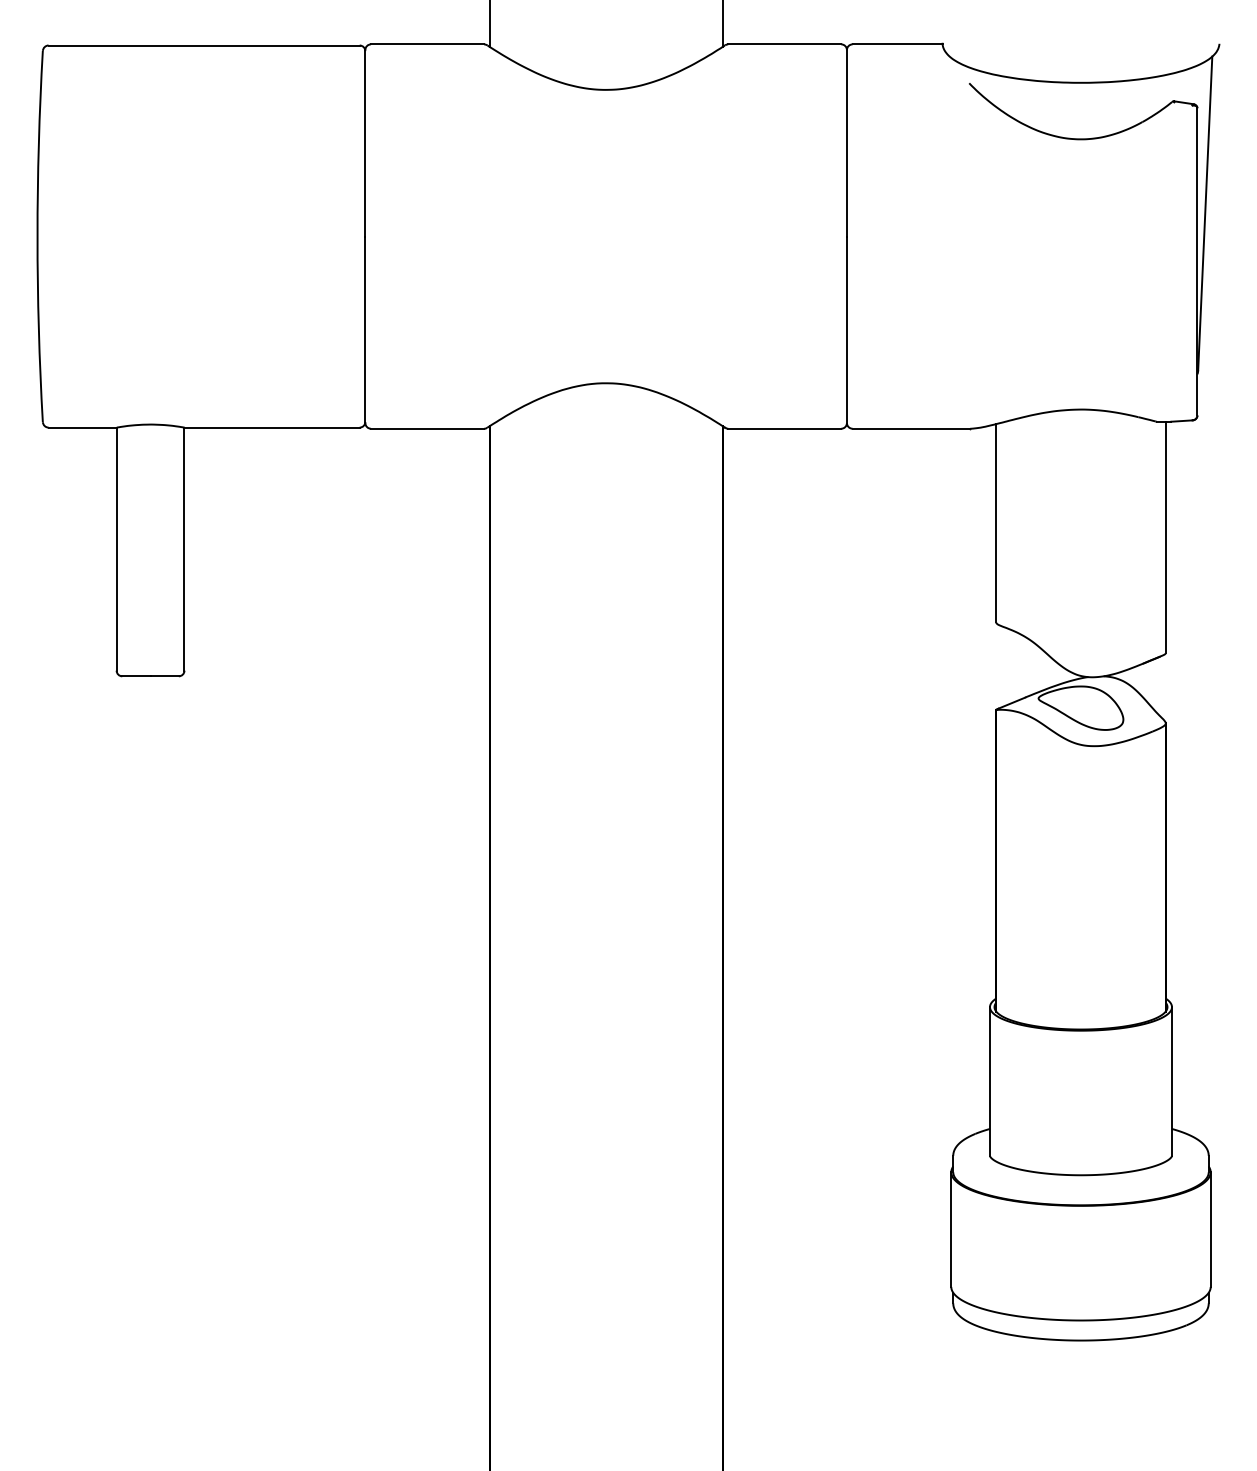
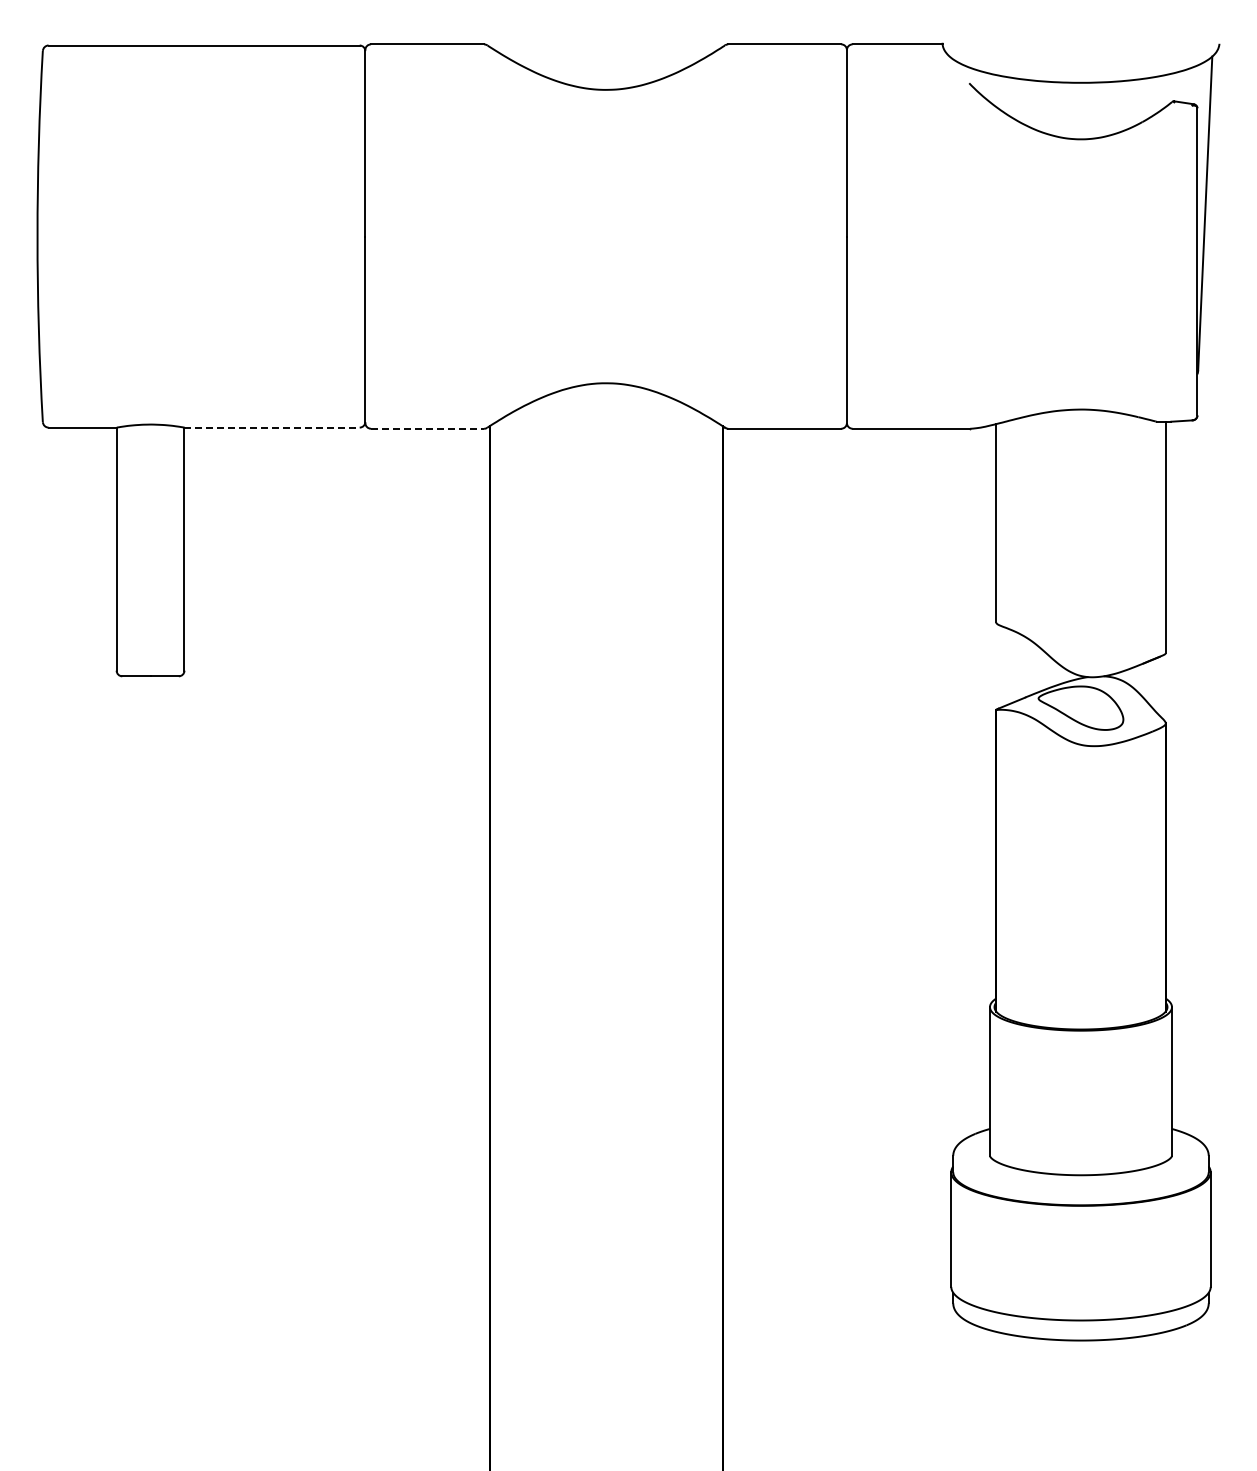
line at (489, 24): present -> none
line at (722, 24): present -> none
line at (272, 427): solid -> dashed
line at (427, 428): solid -> dashed
